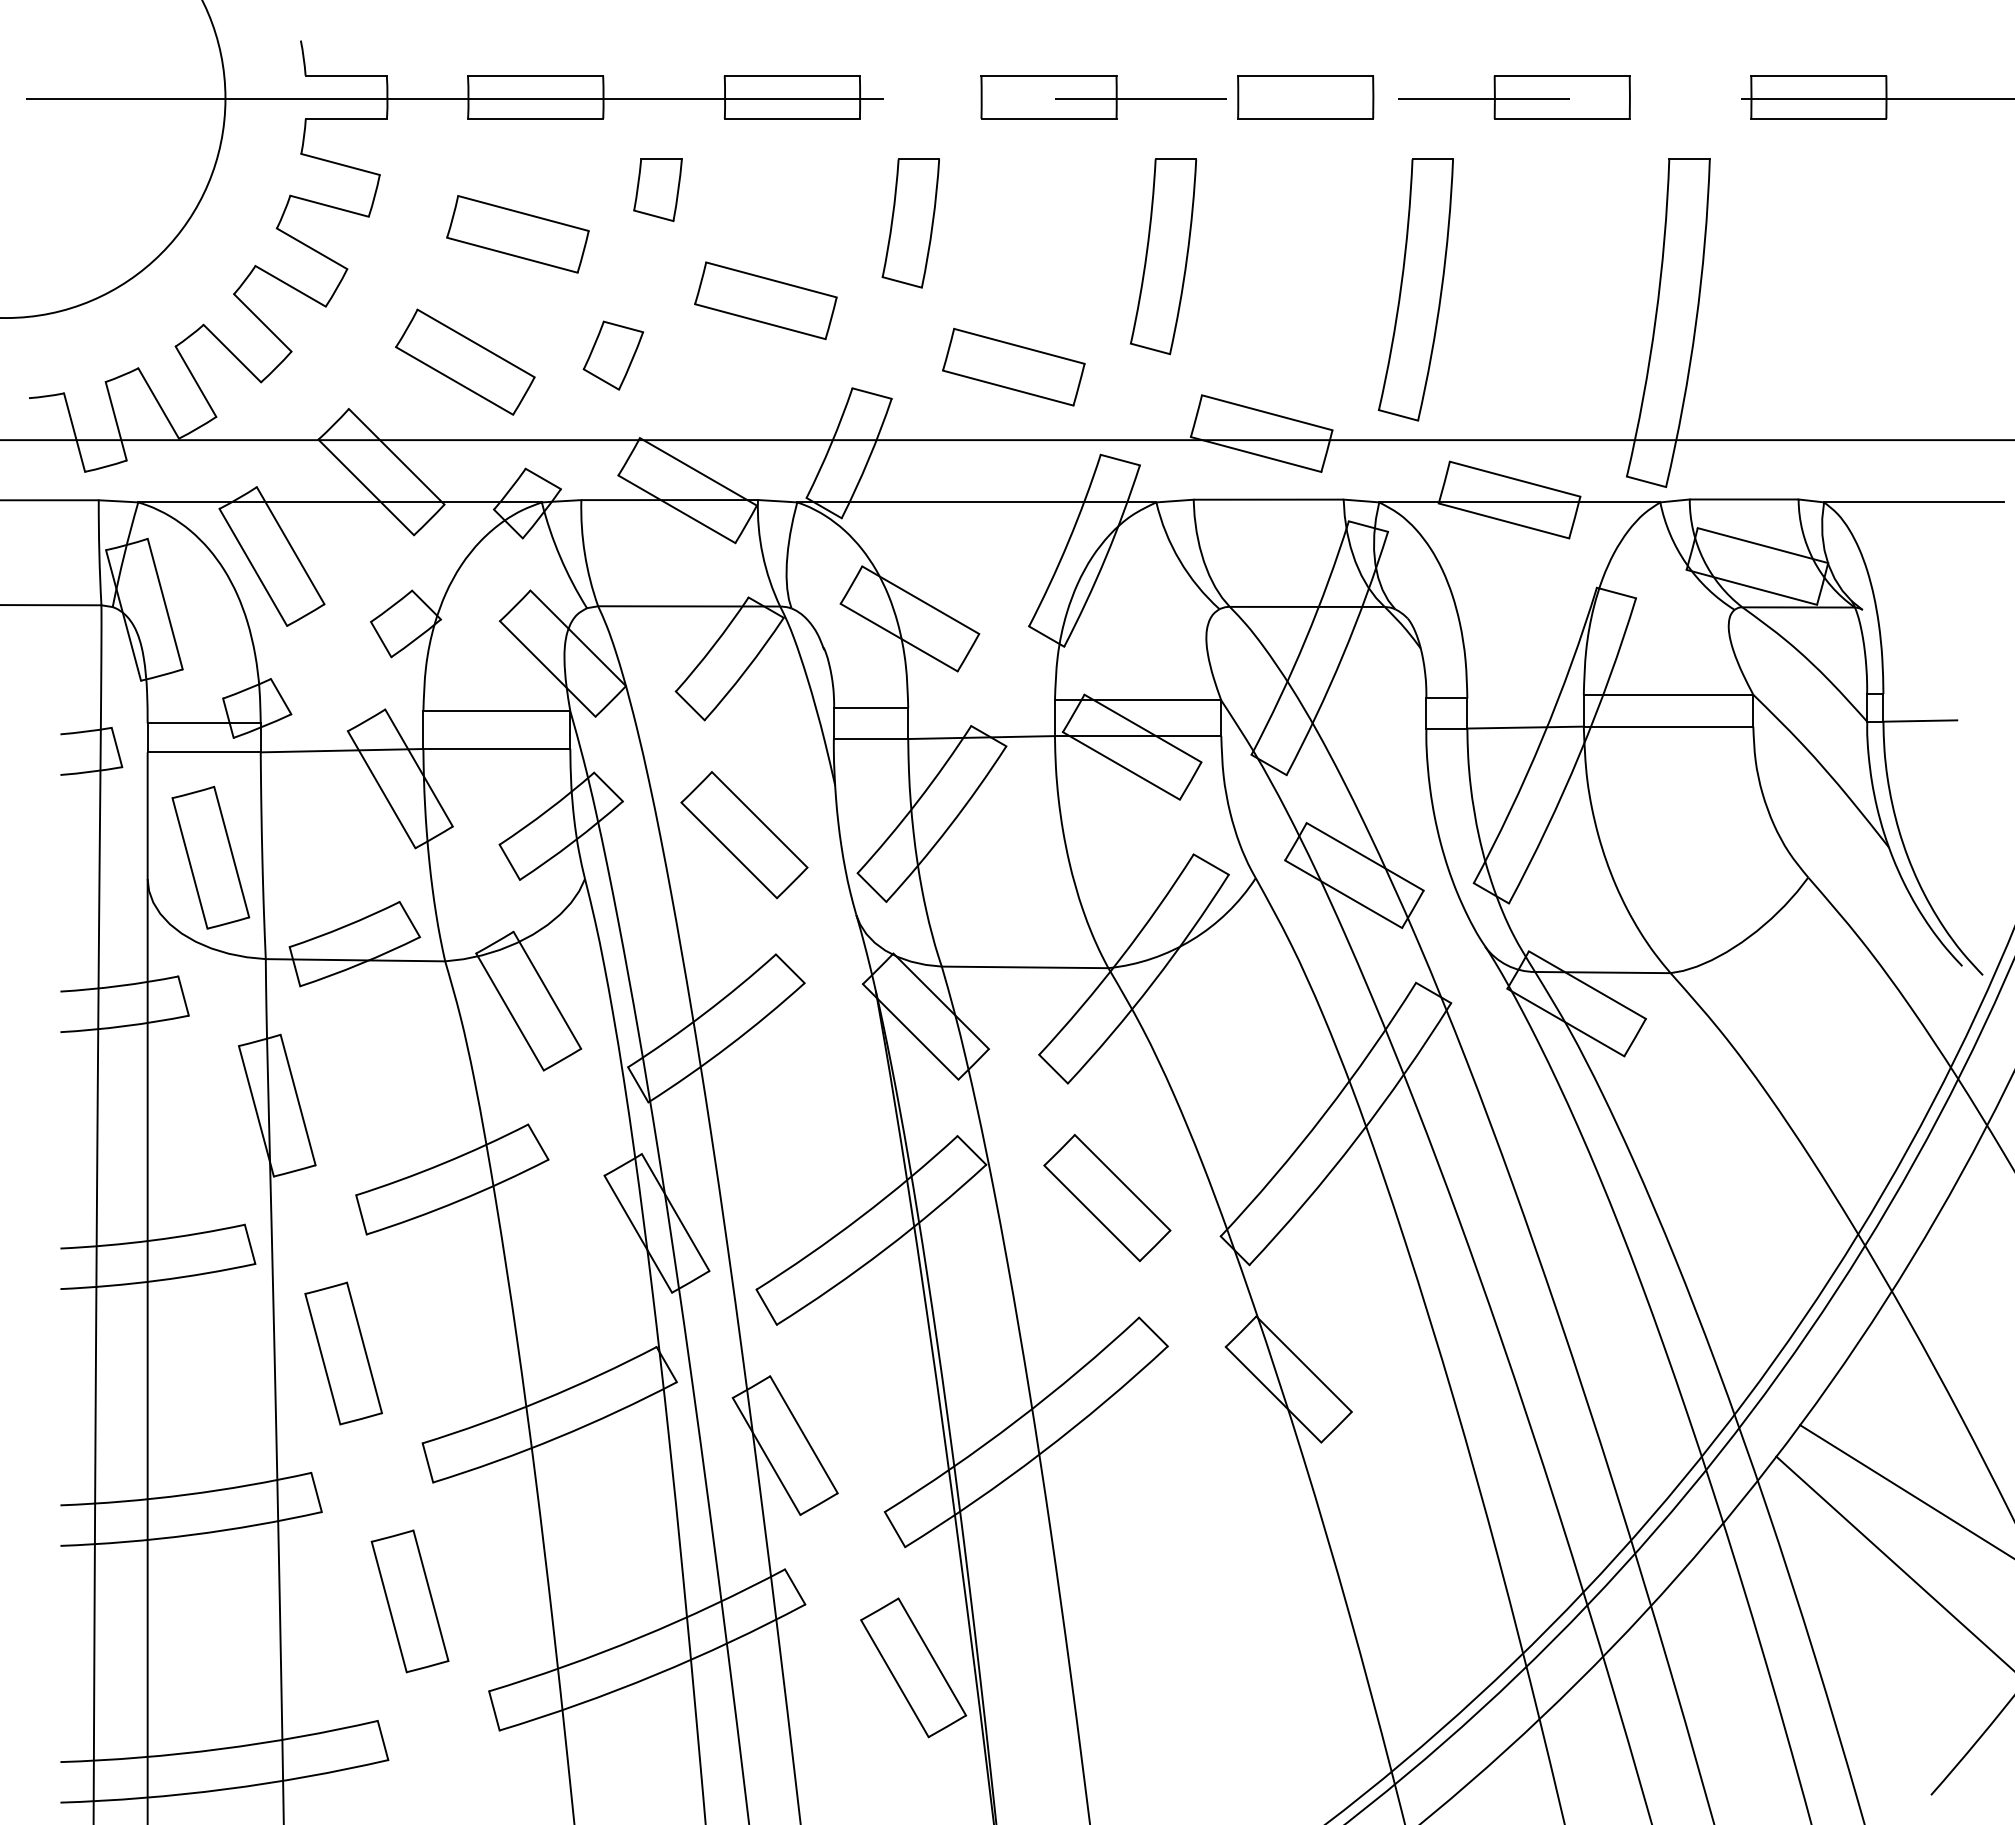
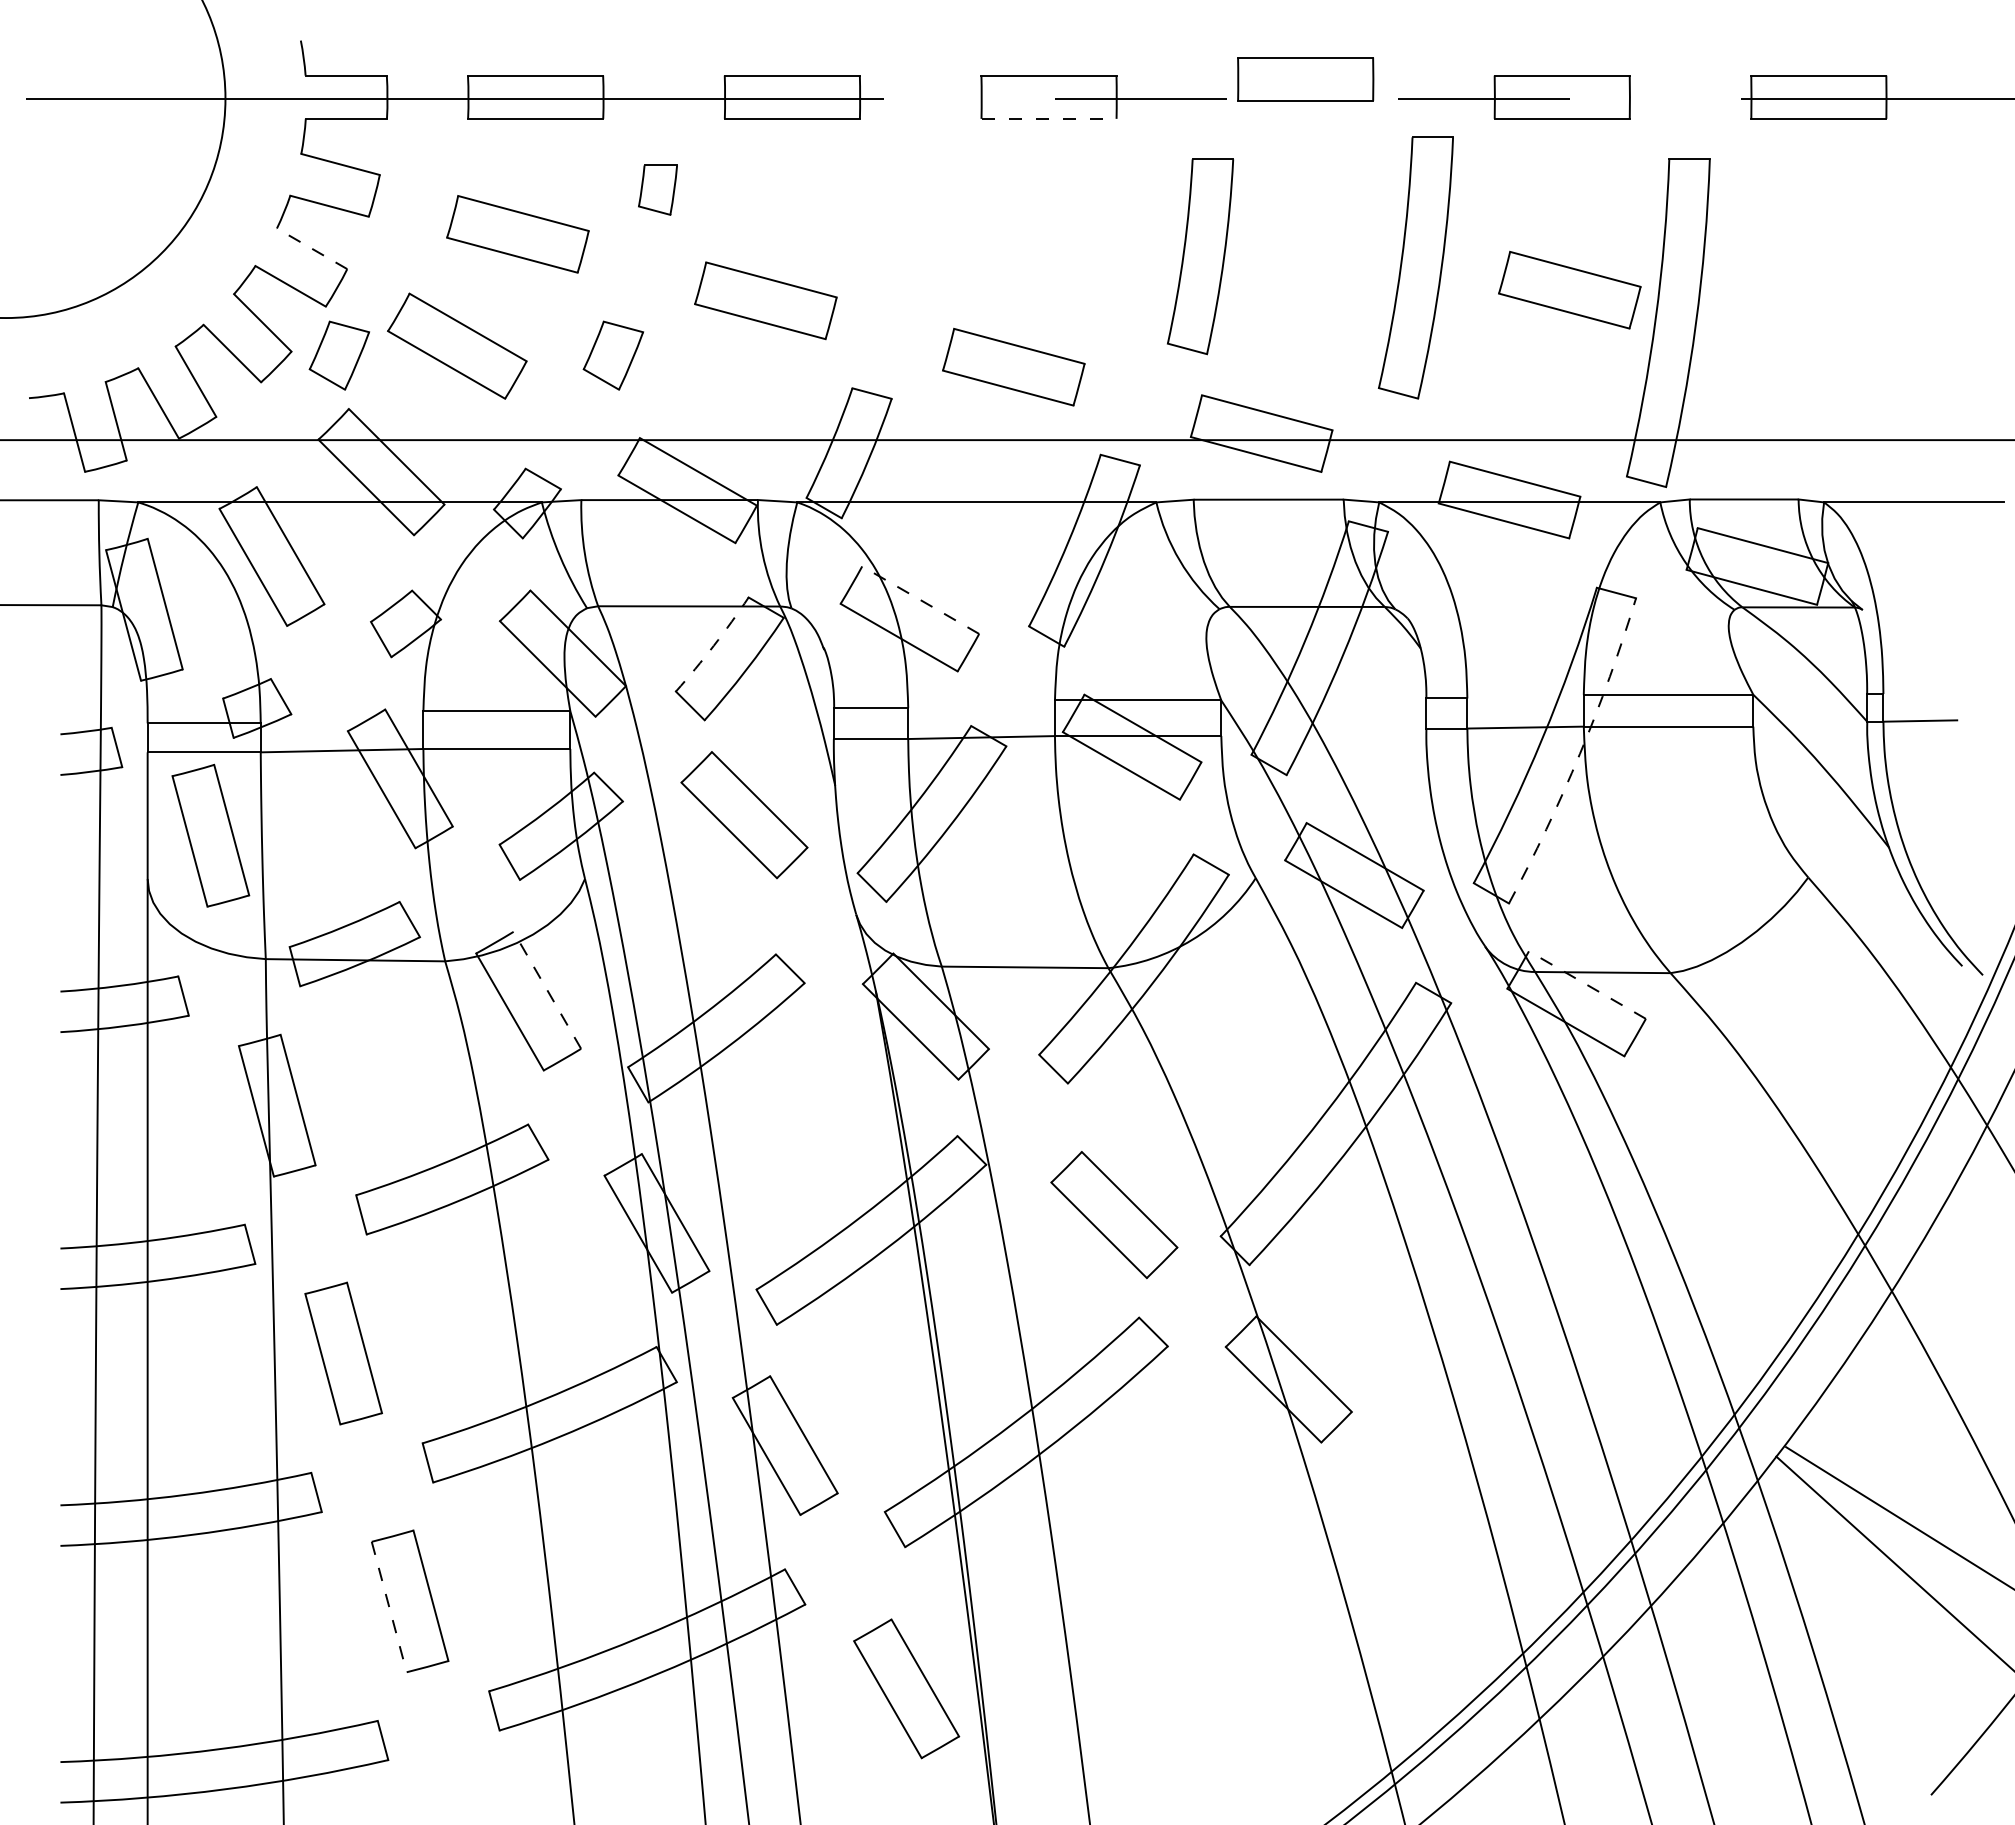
part at (1305, 97) position: (1305, 97) -> (1305, 79)
line at (1049, 118): solid -> dashed
part at (657, 189) size: 50x64 px -> 40x52 px
part at (910, 223): present -> none
line at (312, 248): solid -> dashed
part at (1163, 256) position: (1163, 256) -> (1200, 256)
part at (1415, 289) position: (1415, 289) -> (1415, 267)
part at (1569, 289): none -> present
part at (339, 355): none -> present
part at (465, 361) position: (465, 361) -> (457, 345)
line at (920, 600): solid -> dashed
arc at (713, 645): solid -> dashed
arc at (1579, 753): solid -> dashed
part at (744, 835) position: (744, 835) -> (744, 815)
part at (210, 857) position: (210, 857) -> (210, 835)
line at (1587, 985): solid -> dashed
line at (547, 990): solid -> dashed
part at (1107, 1198) position: (1107, 1198) -> (1114, 1215)
line at (1905, 1491) position: (1905, 1491) -> (1898, 1517)
line at (389, 1607): solid -> dashed
part at (913, 1667) position: (913, 1667) -> (906, 1688)
